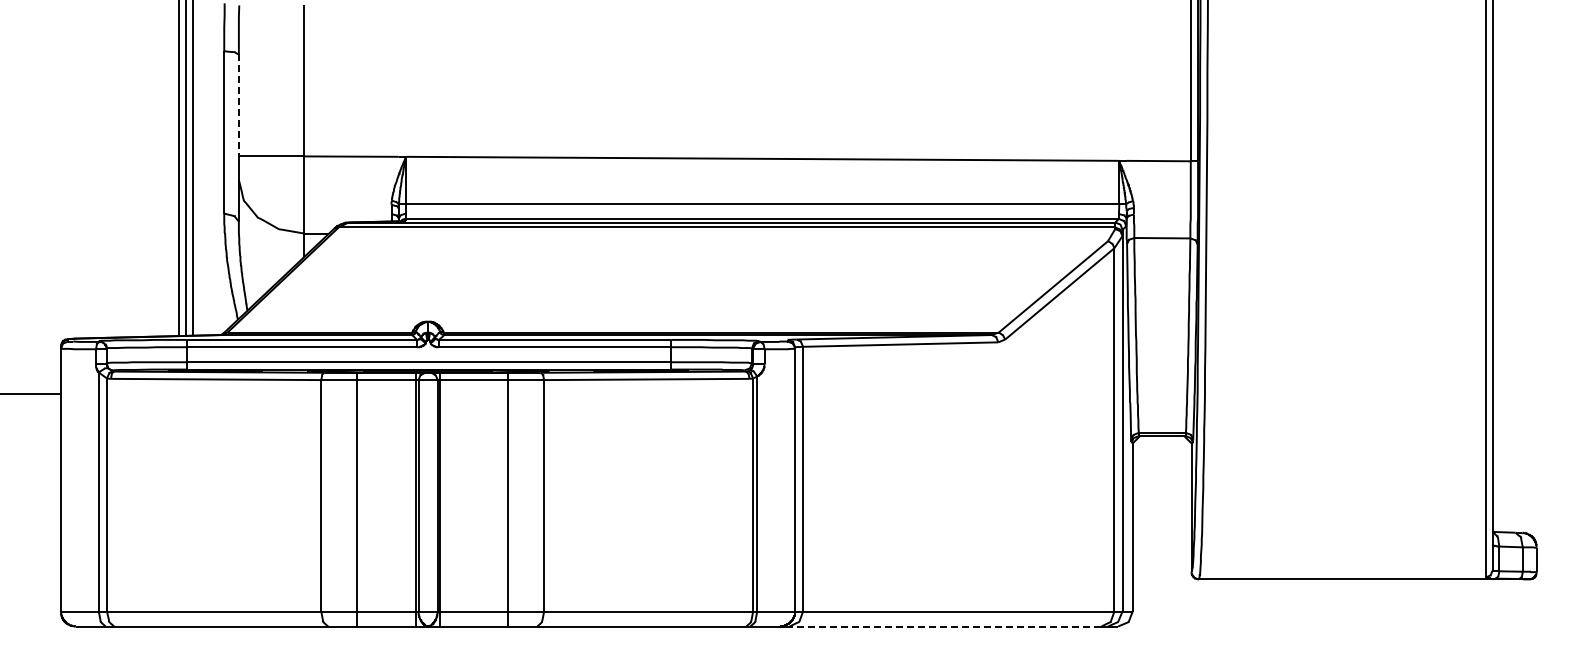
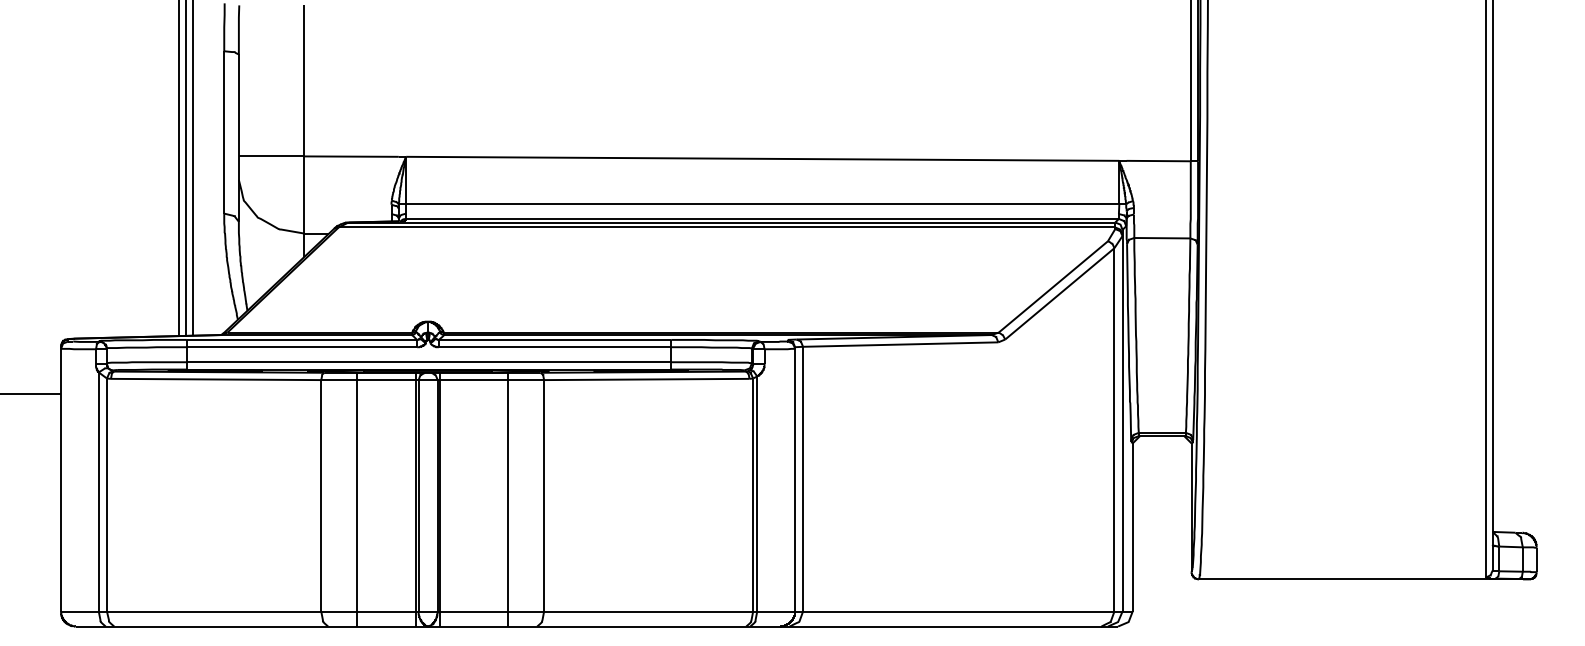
line at (238, 105): dashed -> solid
line at (945, 626): dashed -> solid
